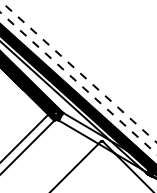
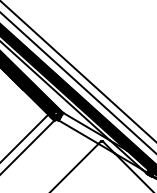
line at (78, 71): dashed -> solid
line at (78, 83): dashed -> solid
